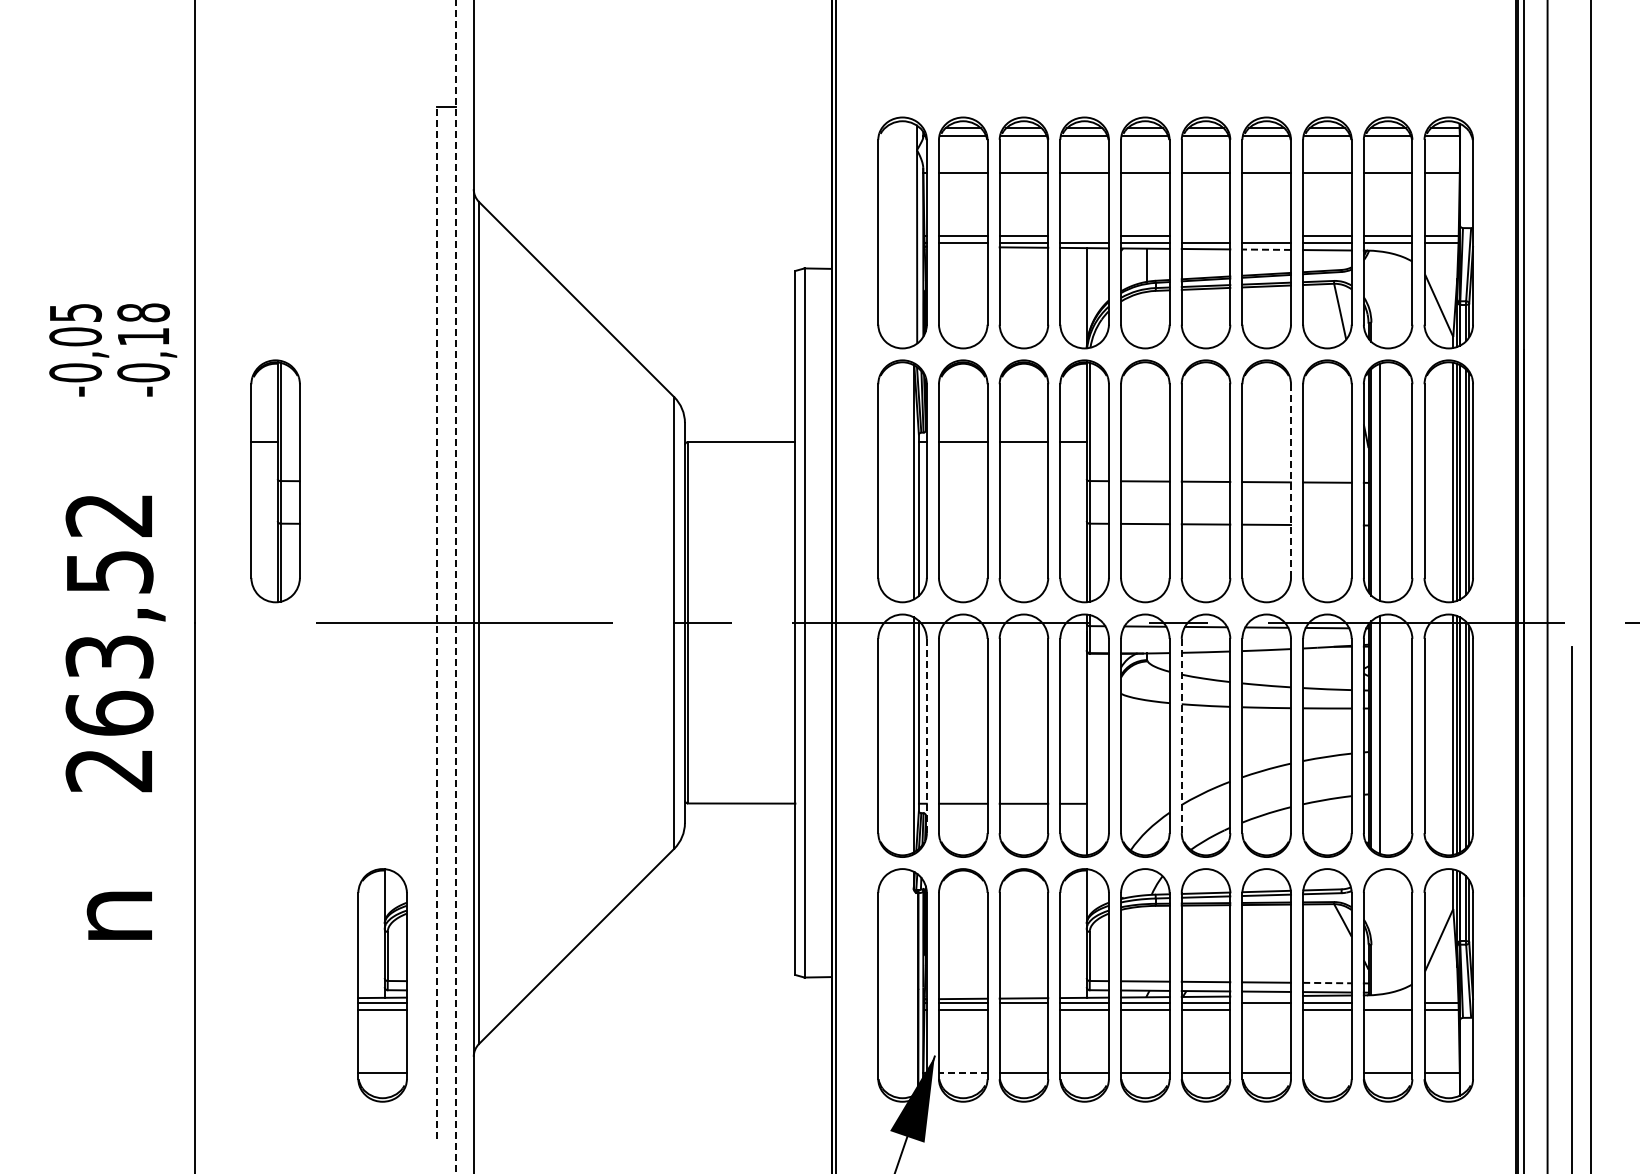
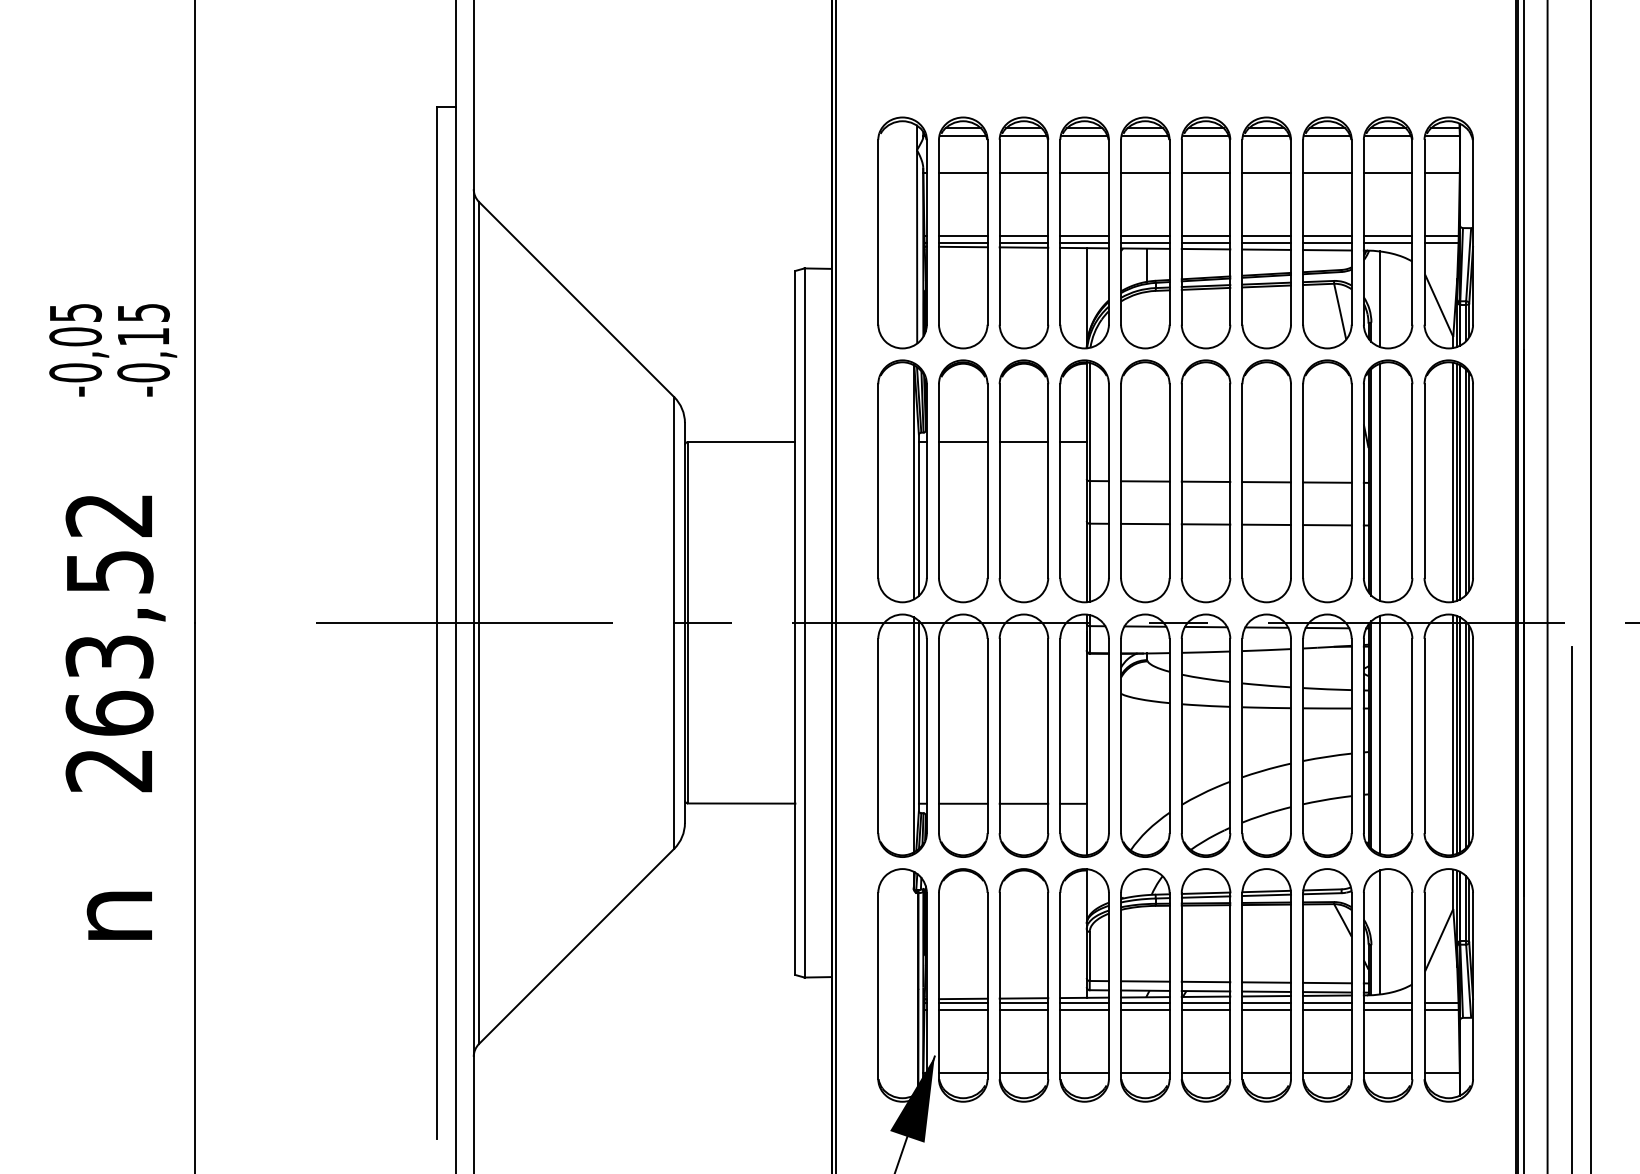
line at (1084, 236): none -> present
line at (1205, 236): none -> present
line at (1266, 236): none -> present
line at (962, 246): none -> present
line at (1266, 249): dashed -> solid
line at (1380, 299): none -> present
text at (143, 312): -0,18 -> -0,15
part at (275, 481): present -> none
line at (1291, 481): dashed -> solid
line at (1327, 525): none -> present
line at (455, 587): dashed -> solid
line at (437, 622): dashed -> solid
line at (926, 735): dashed -> solid
line at (1181, 736): dashed -> solid
line at (1380, 932): none -> present
line at (1327, 983): dashed -> solid
part at (382, 985): present -> none
line at (1266, 996): none -> present
line at (1387, 1003): none -> present
line at (1023, 1009): none -> present
line at (1266, 1009): none -> present
line at (962, 1073): dashed -> solid
line at (1327, 1073): none -> present
